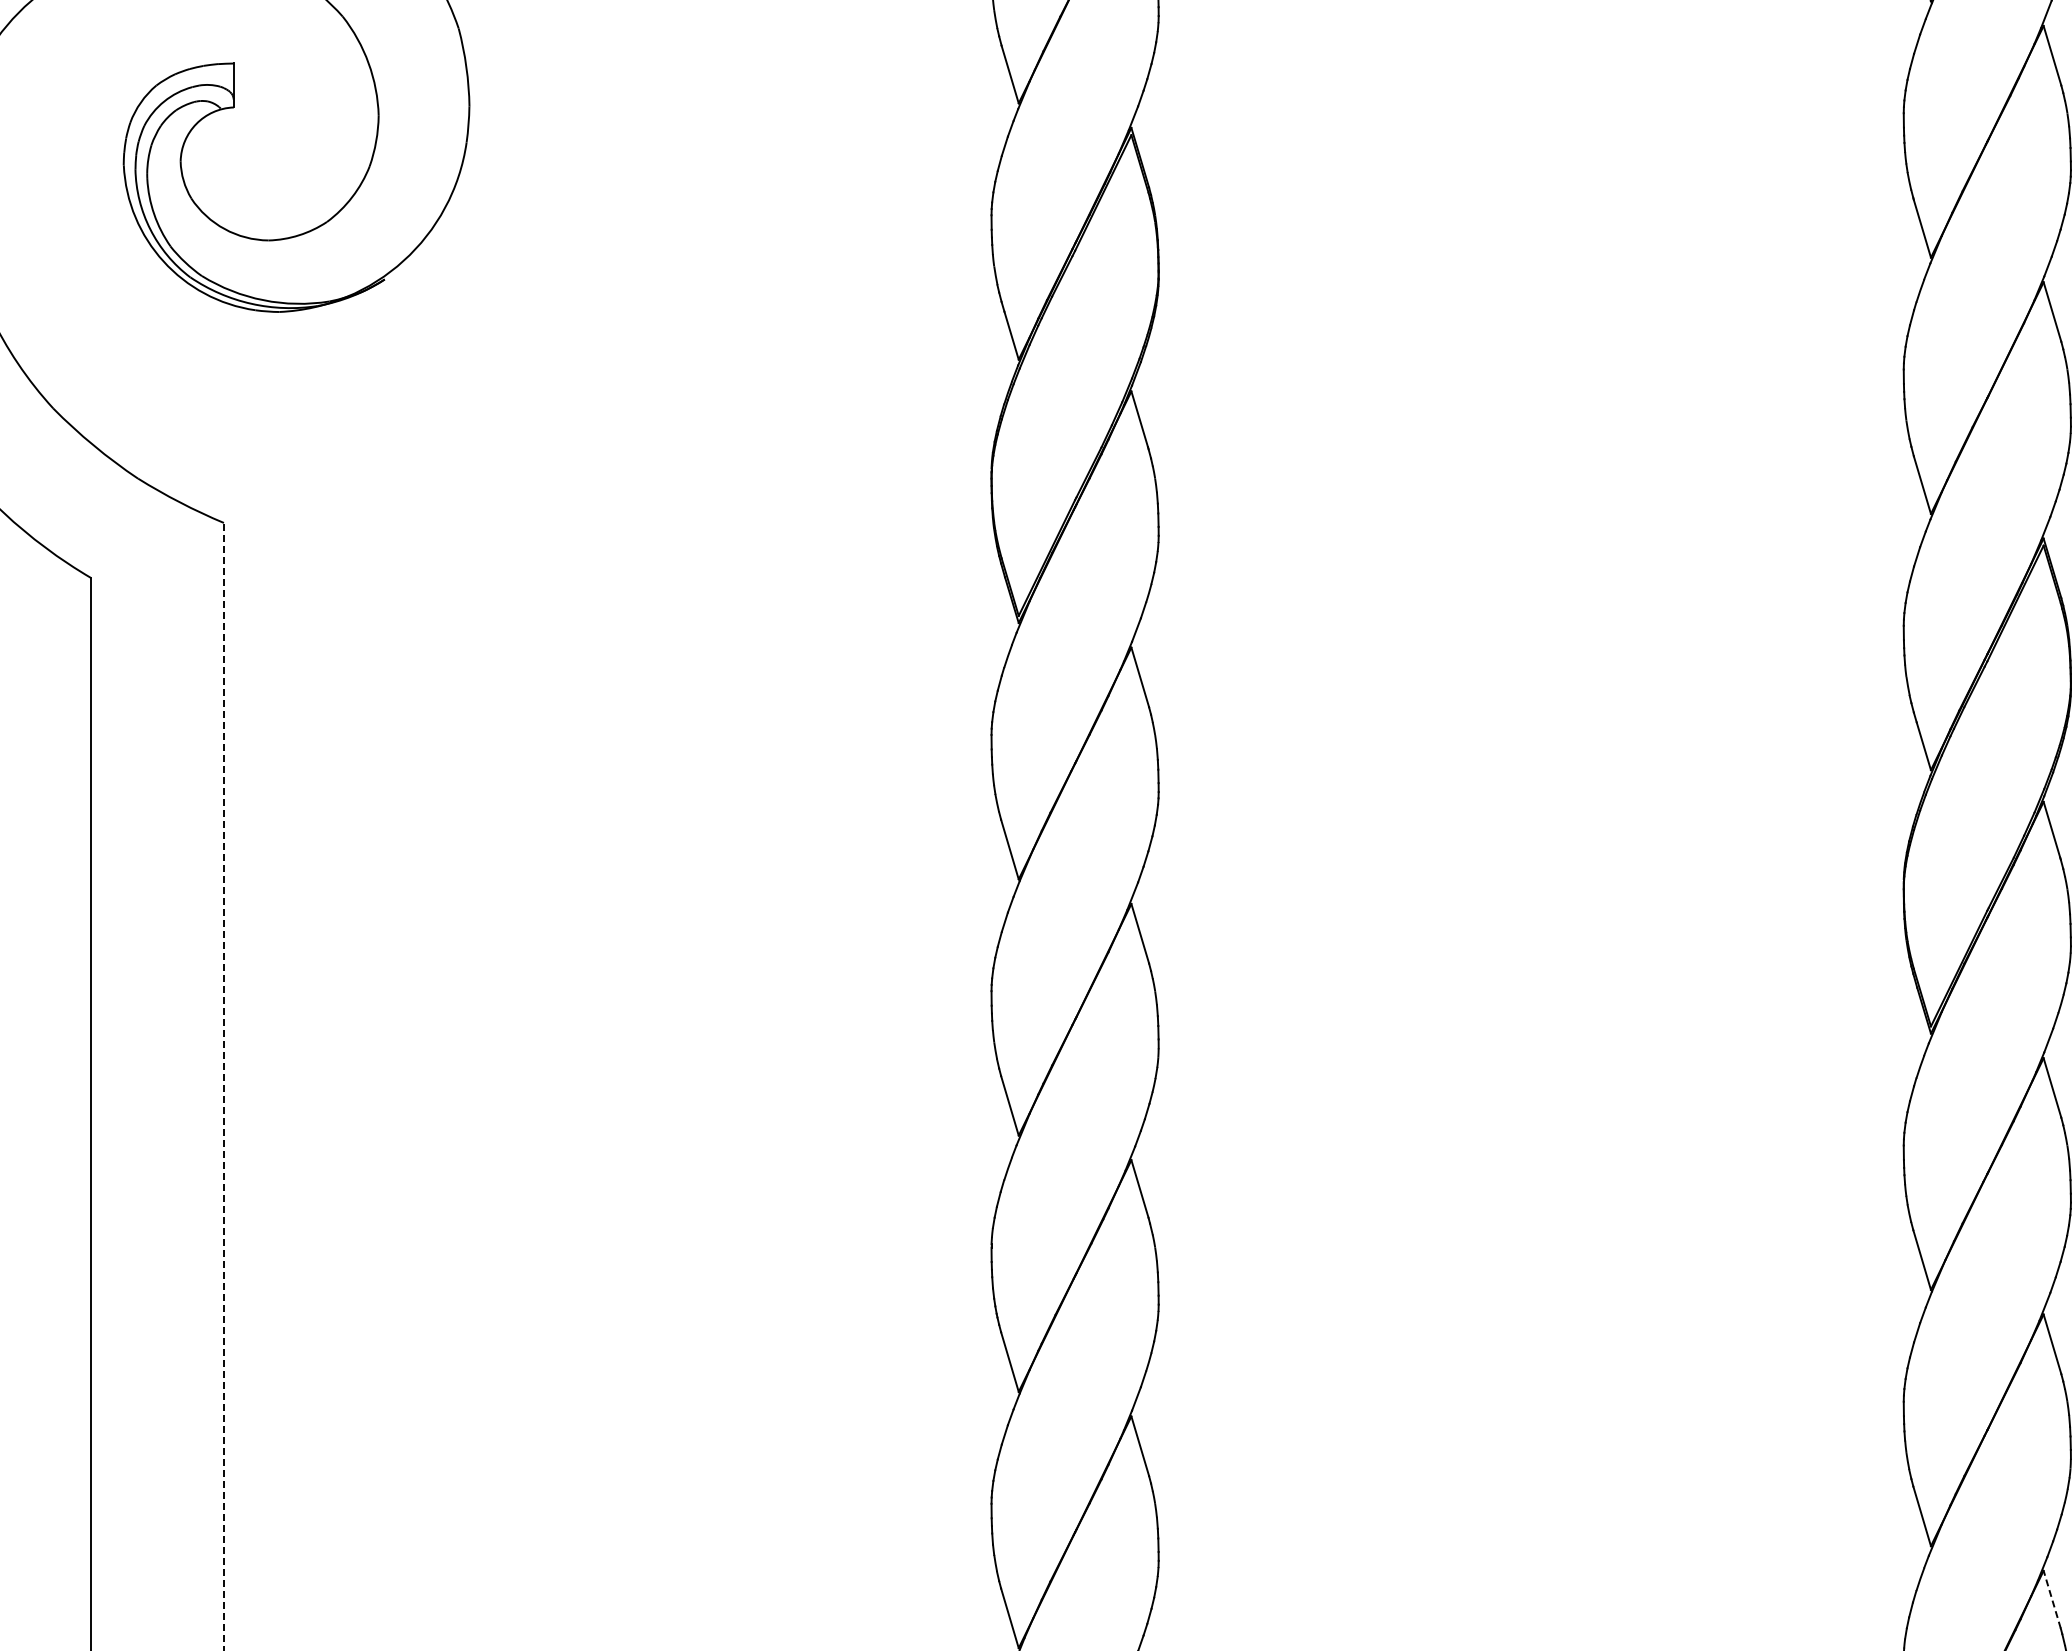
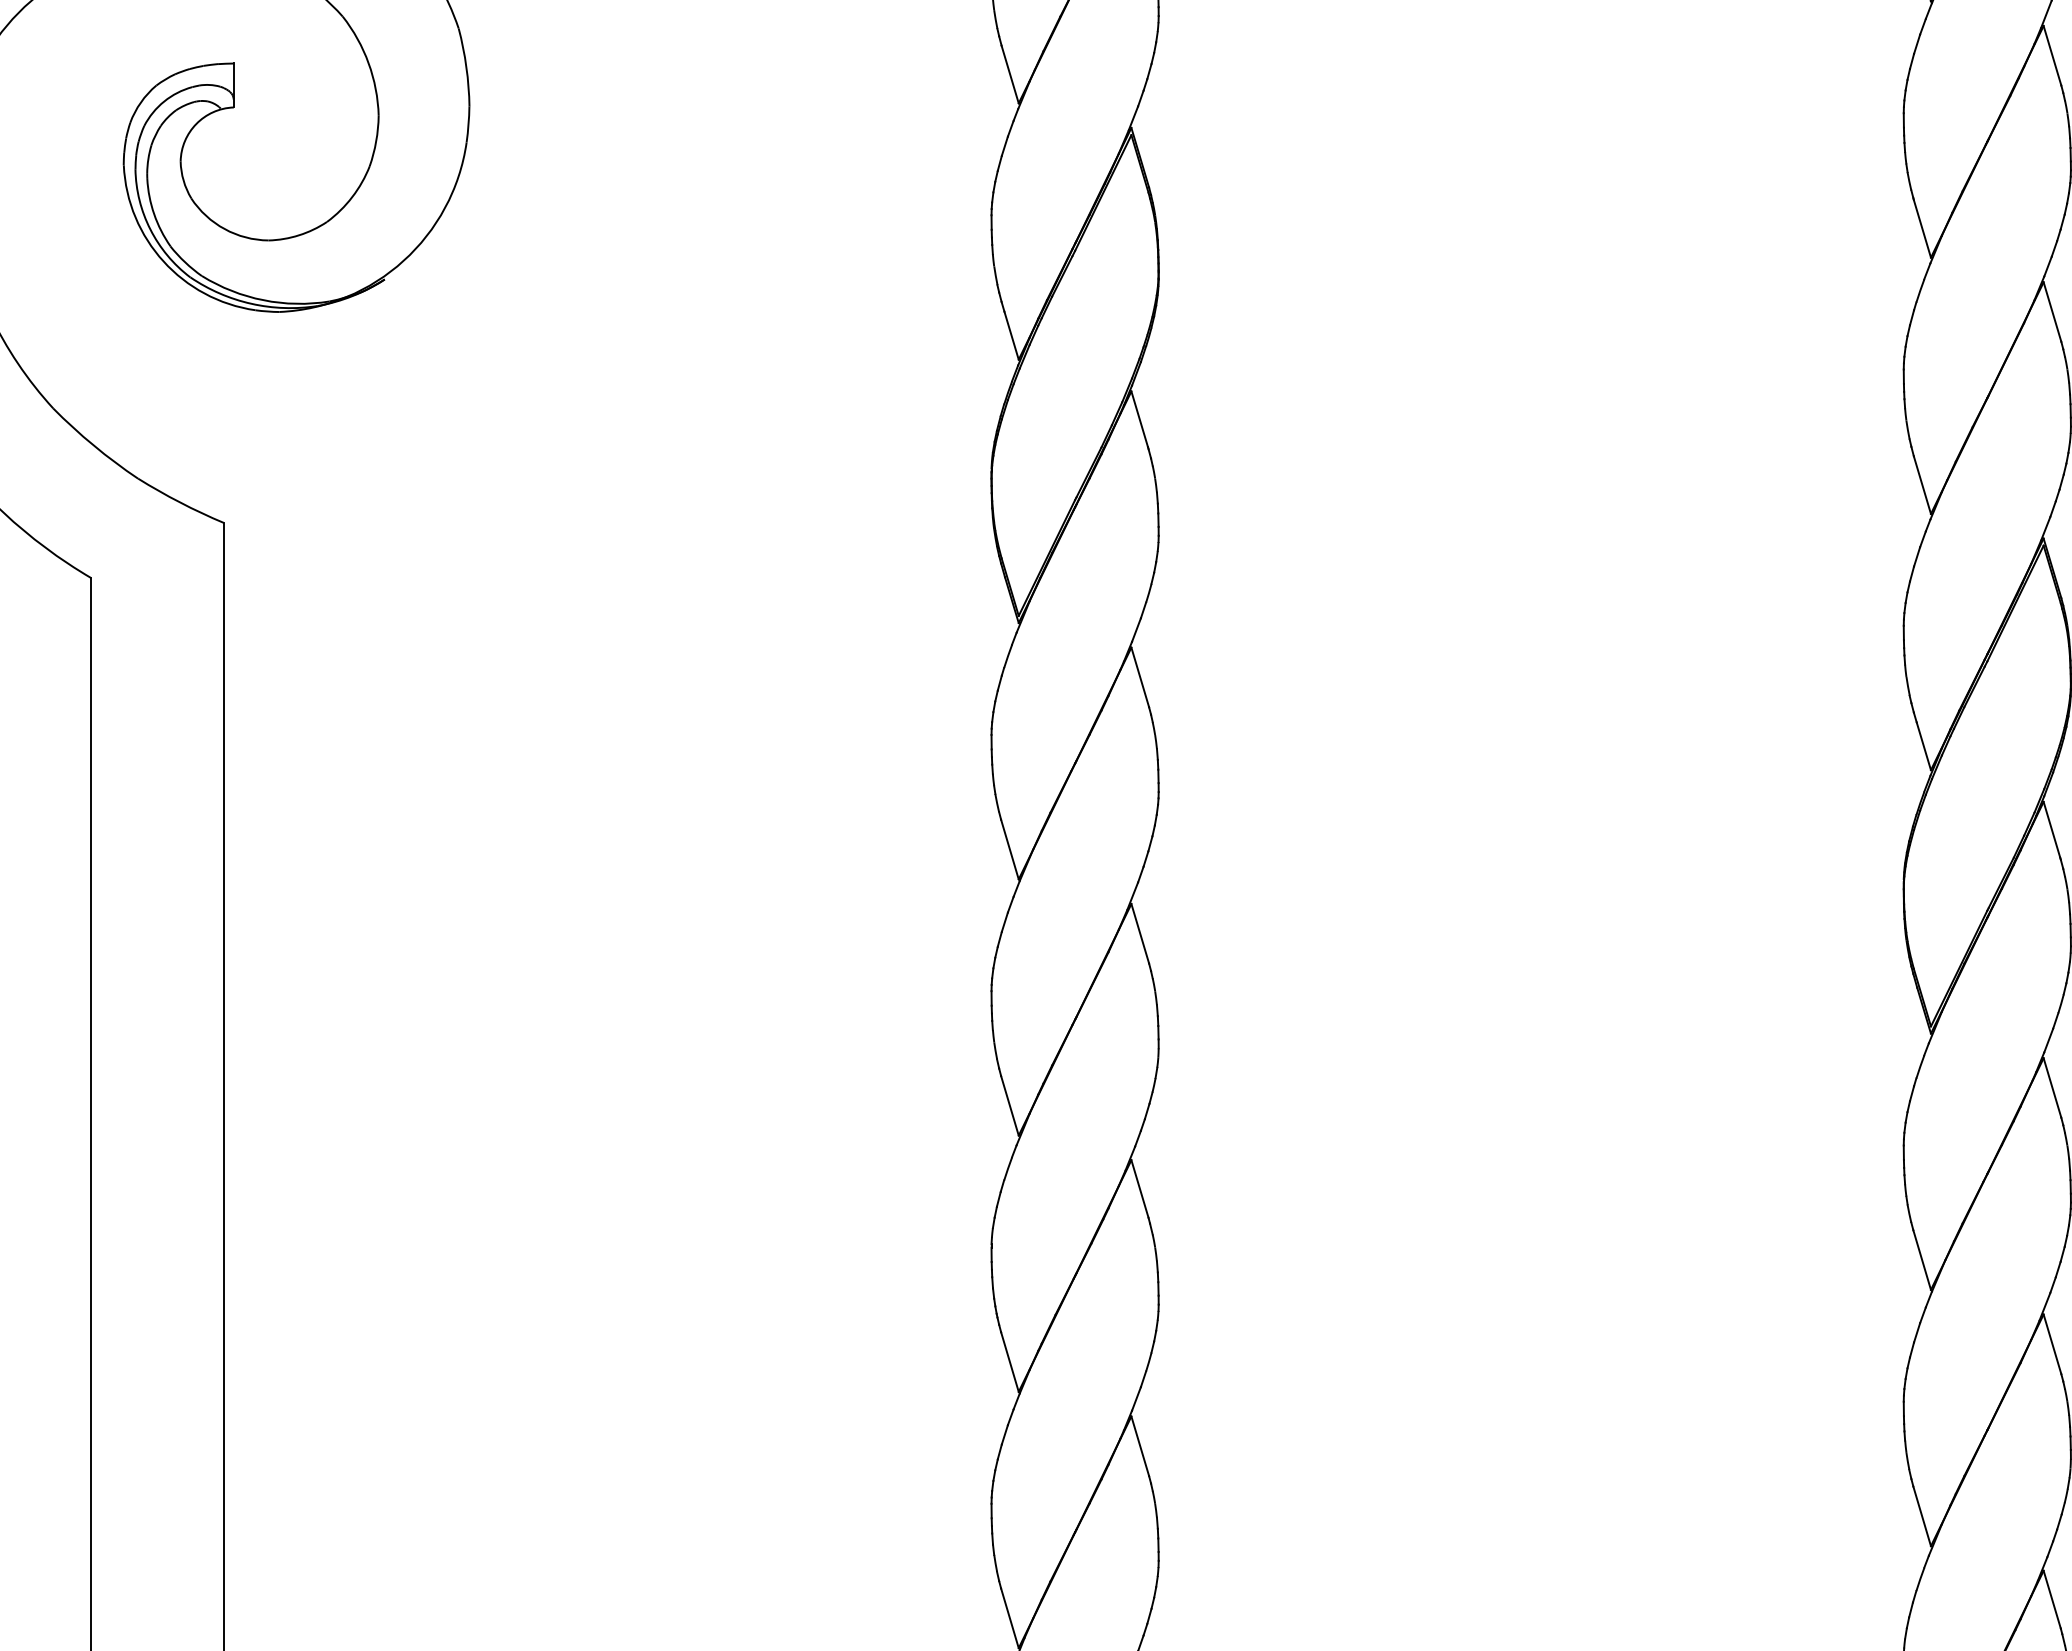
line at (223, 1086): dashed -> solid
line at (2052, 1599): dashed -> solid
